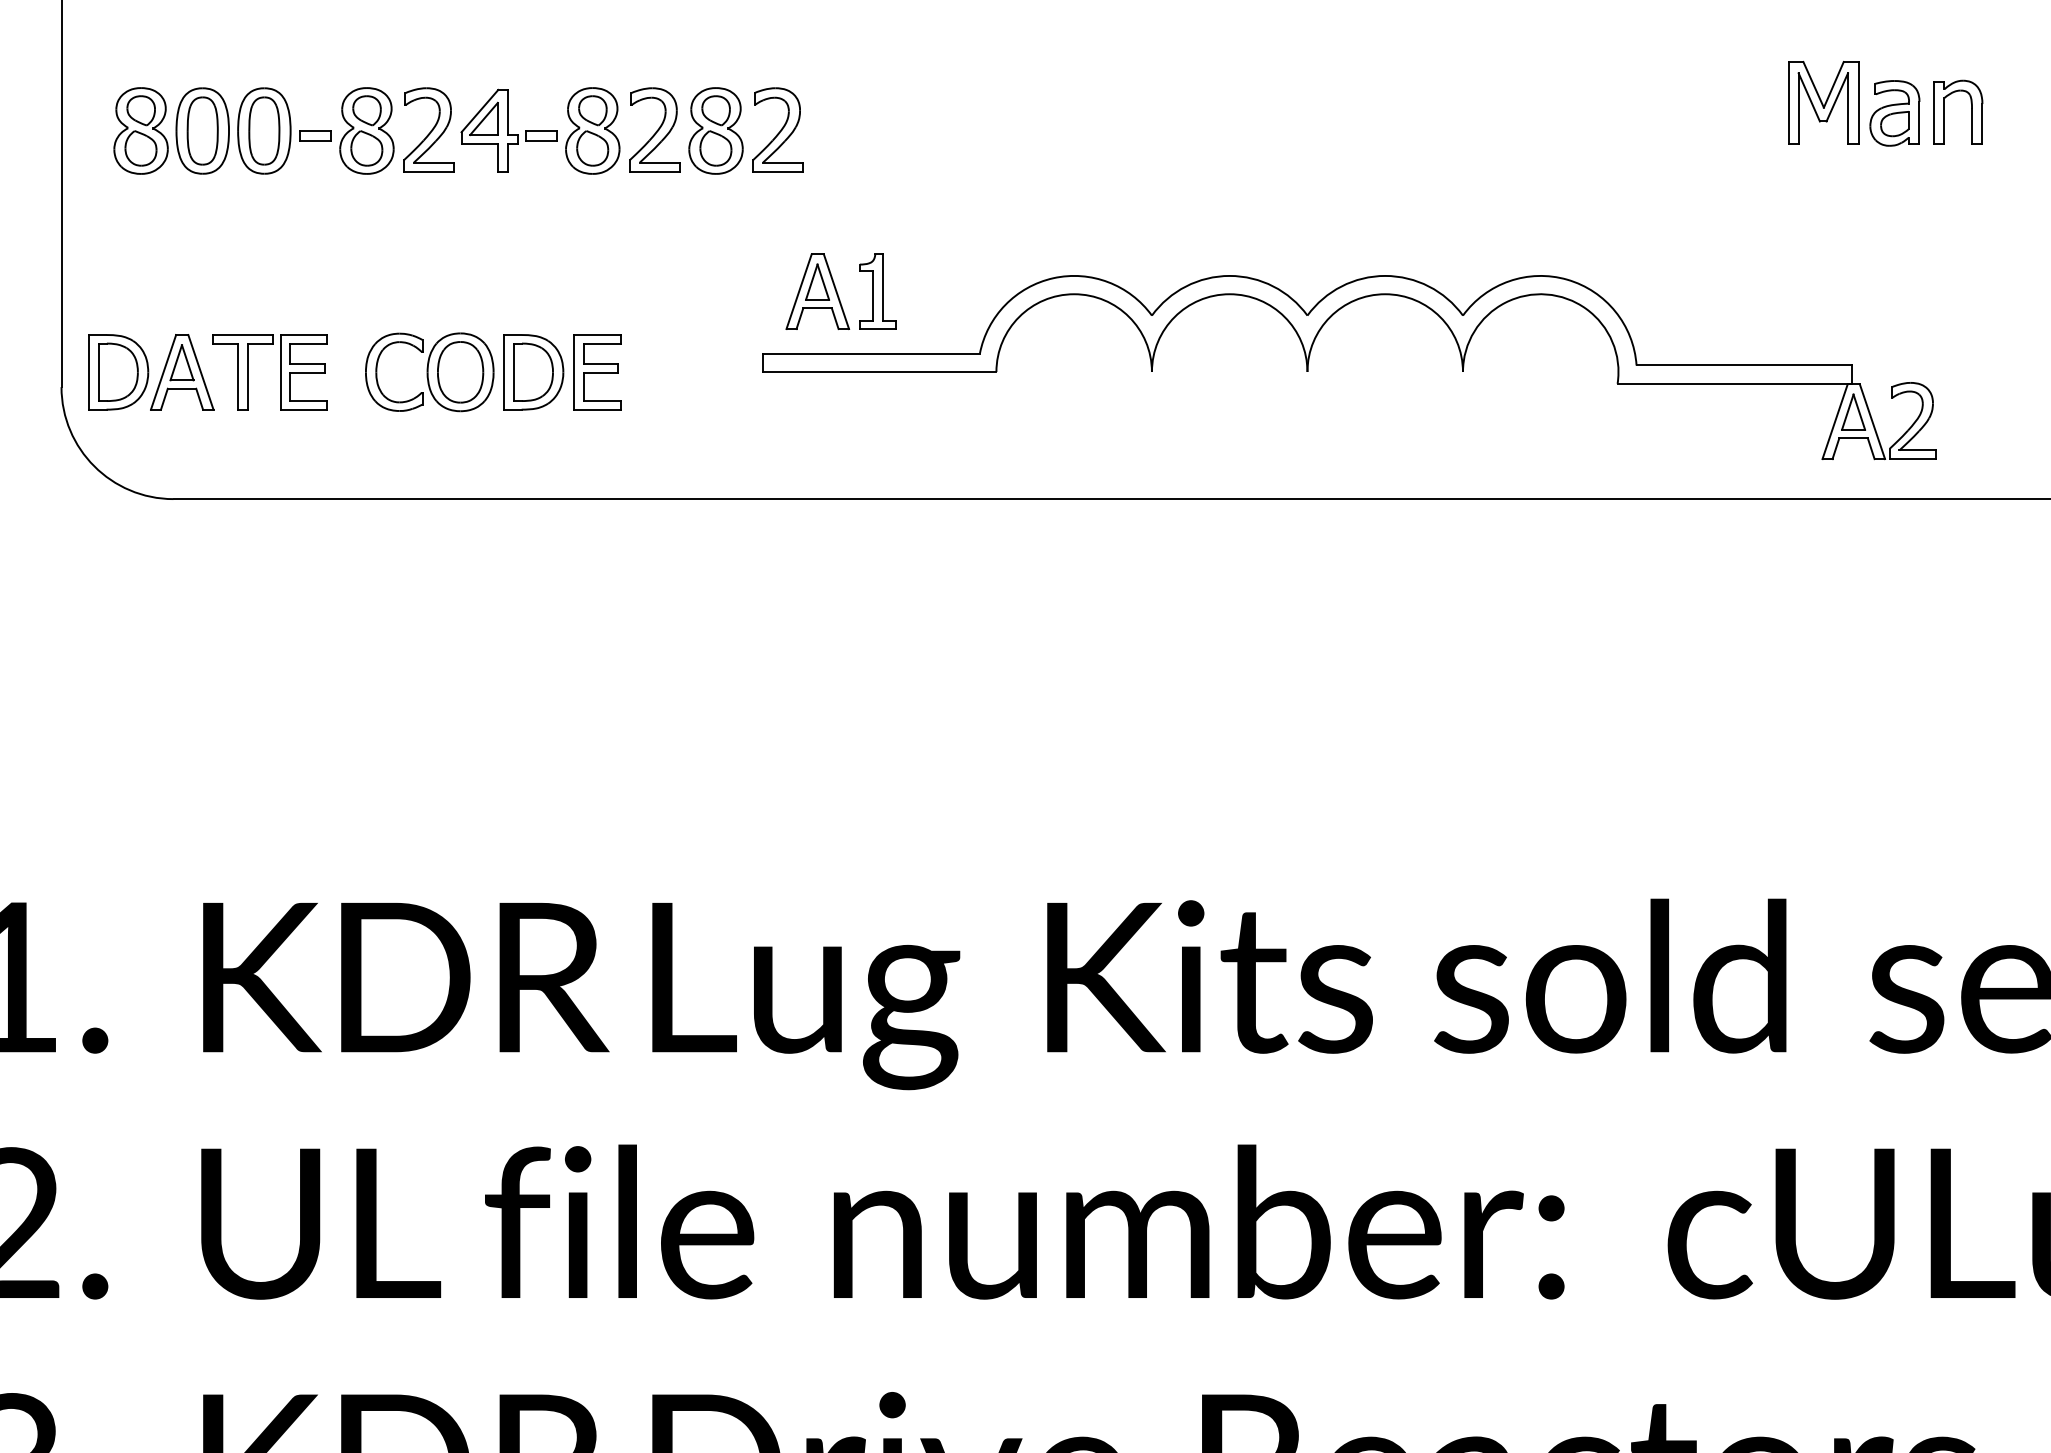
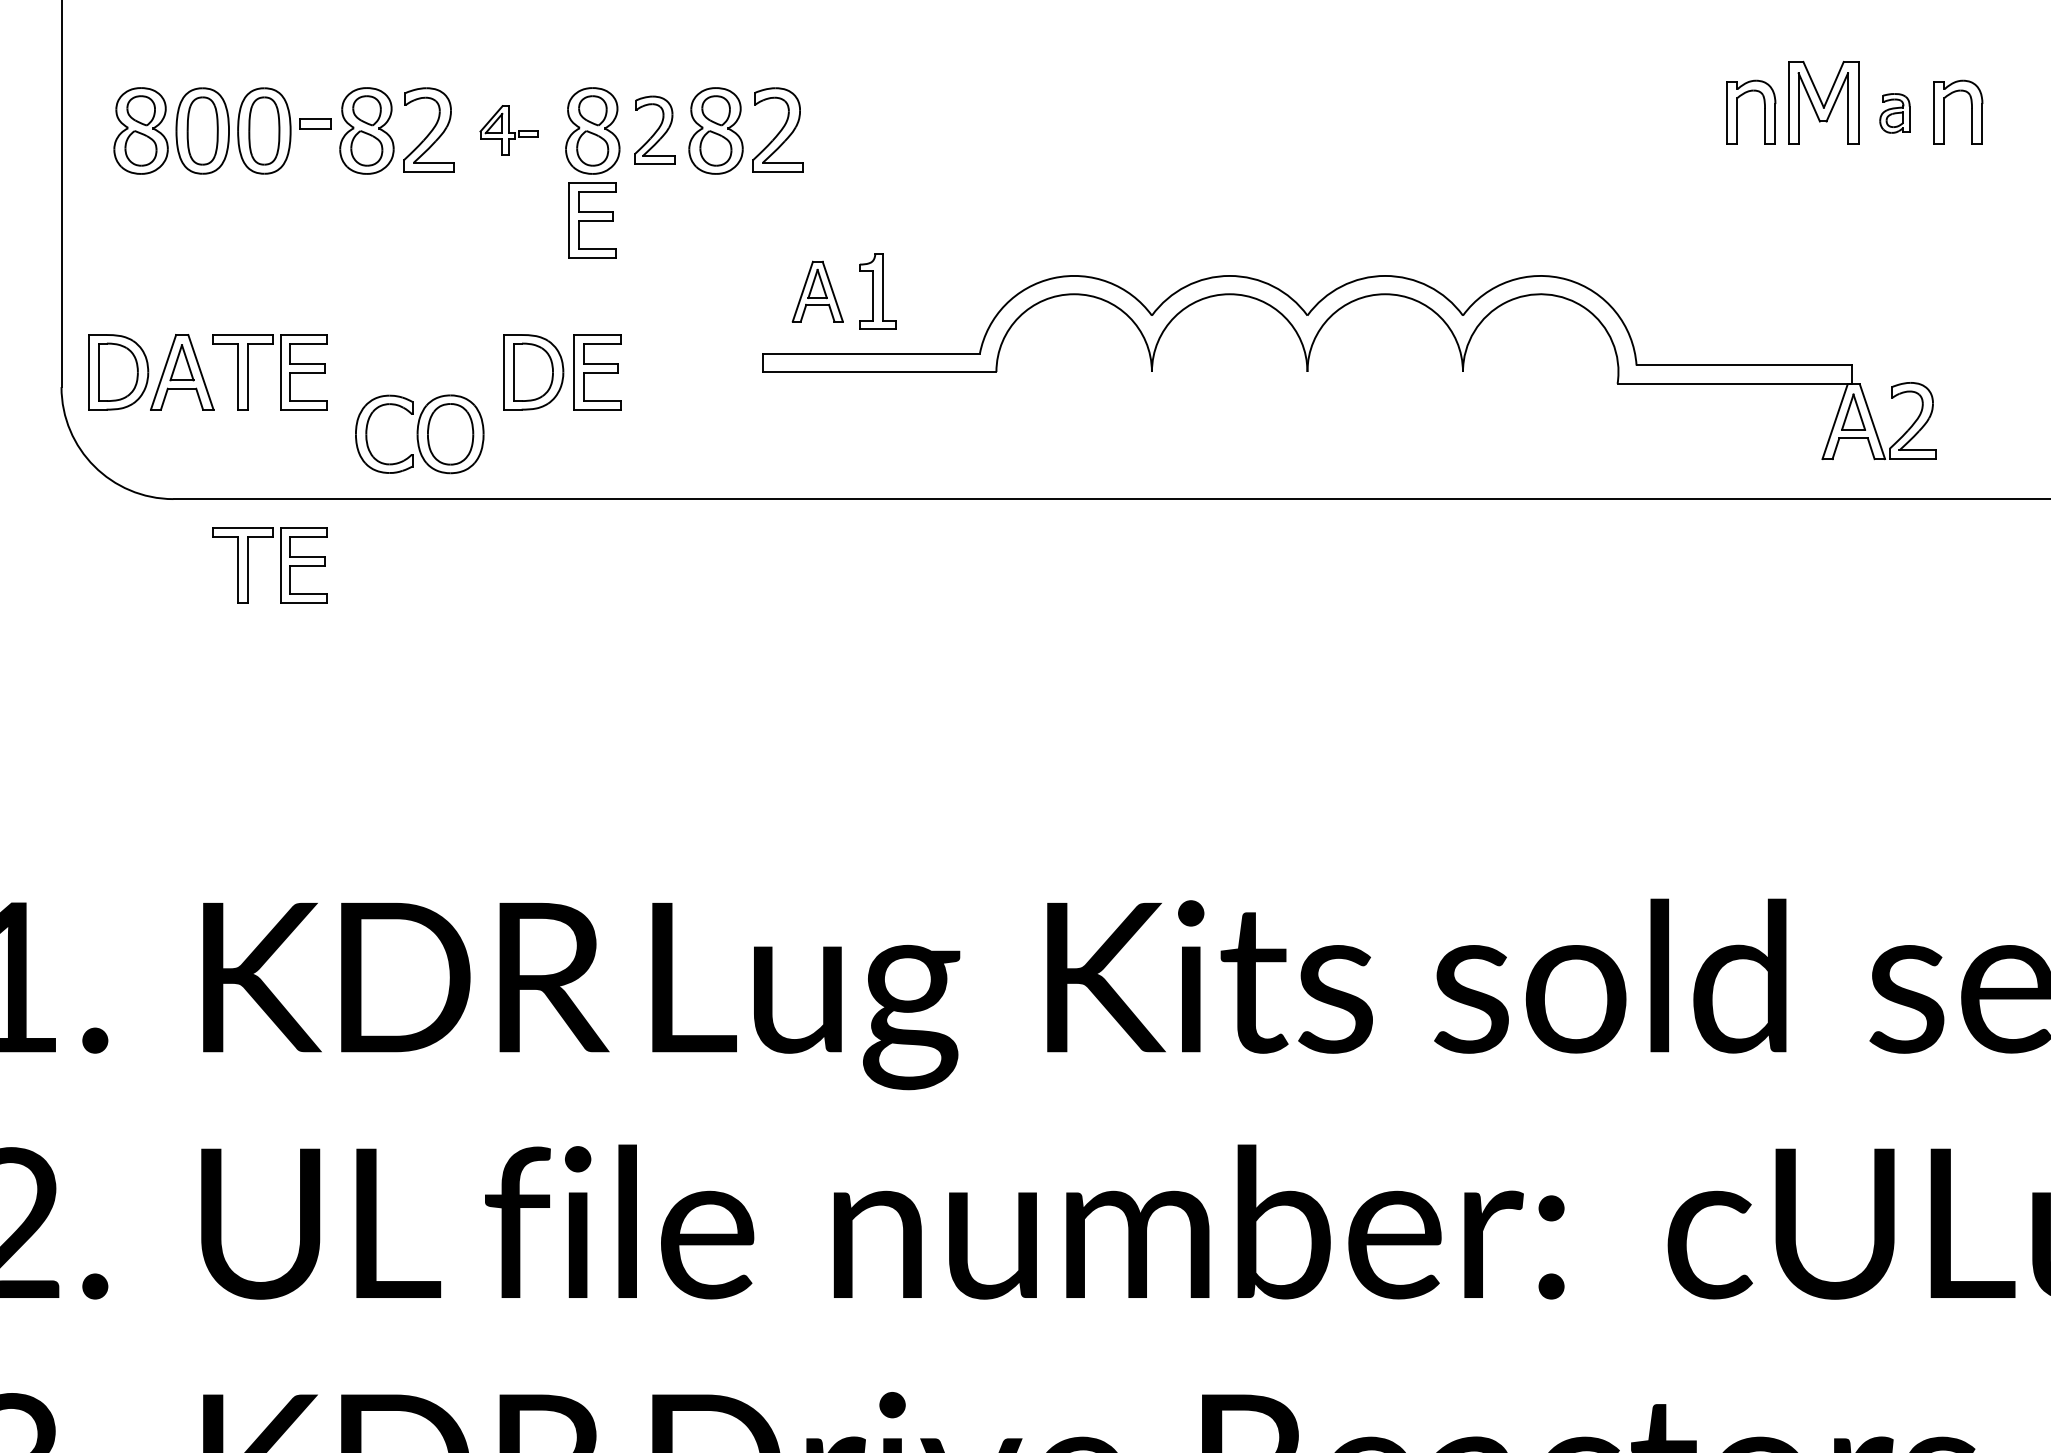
part at (1764, 111): none -> present
part at (1894, 113) size: 52x67 px -> 32x41 px
part at (654, 129) size: 52x86 px -> 42x70 px
part at (508, 130) size: 98x85 px -> 60x51 px
part at (315, 135) position: (315, 135) -> (315, 123)
part at (592, 220): none -> present
part at (817, 291) size: 66x77 px -> 53x63 px
part at (429, 372) position: (429, 372) -> (419, 434)
part at (280, 565): none -> present
